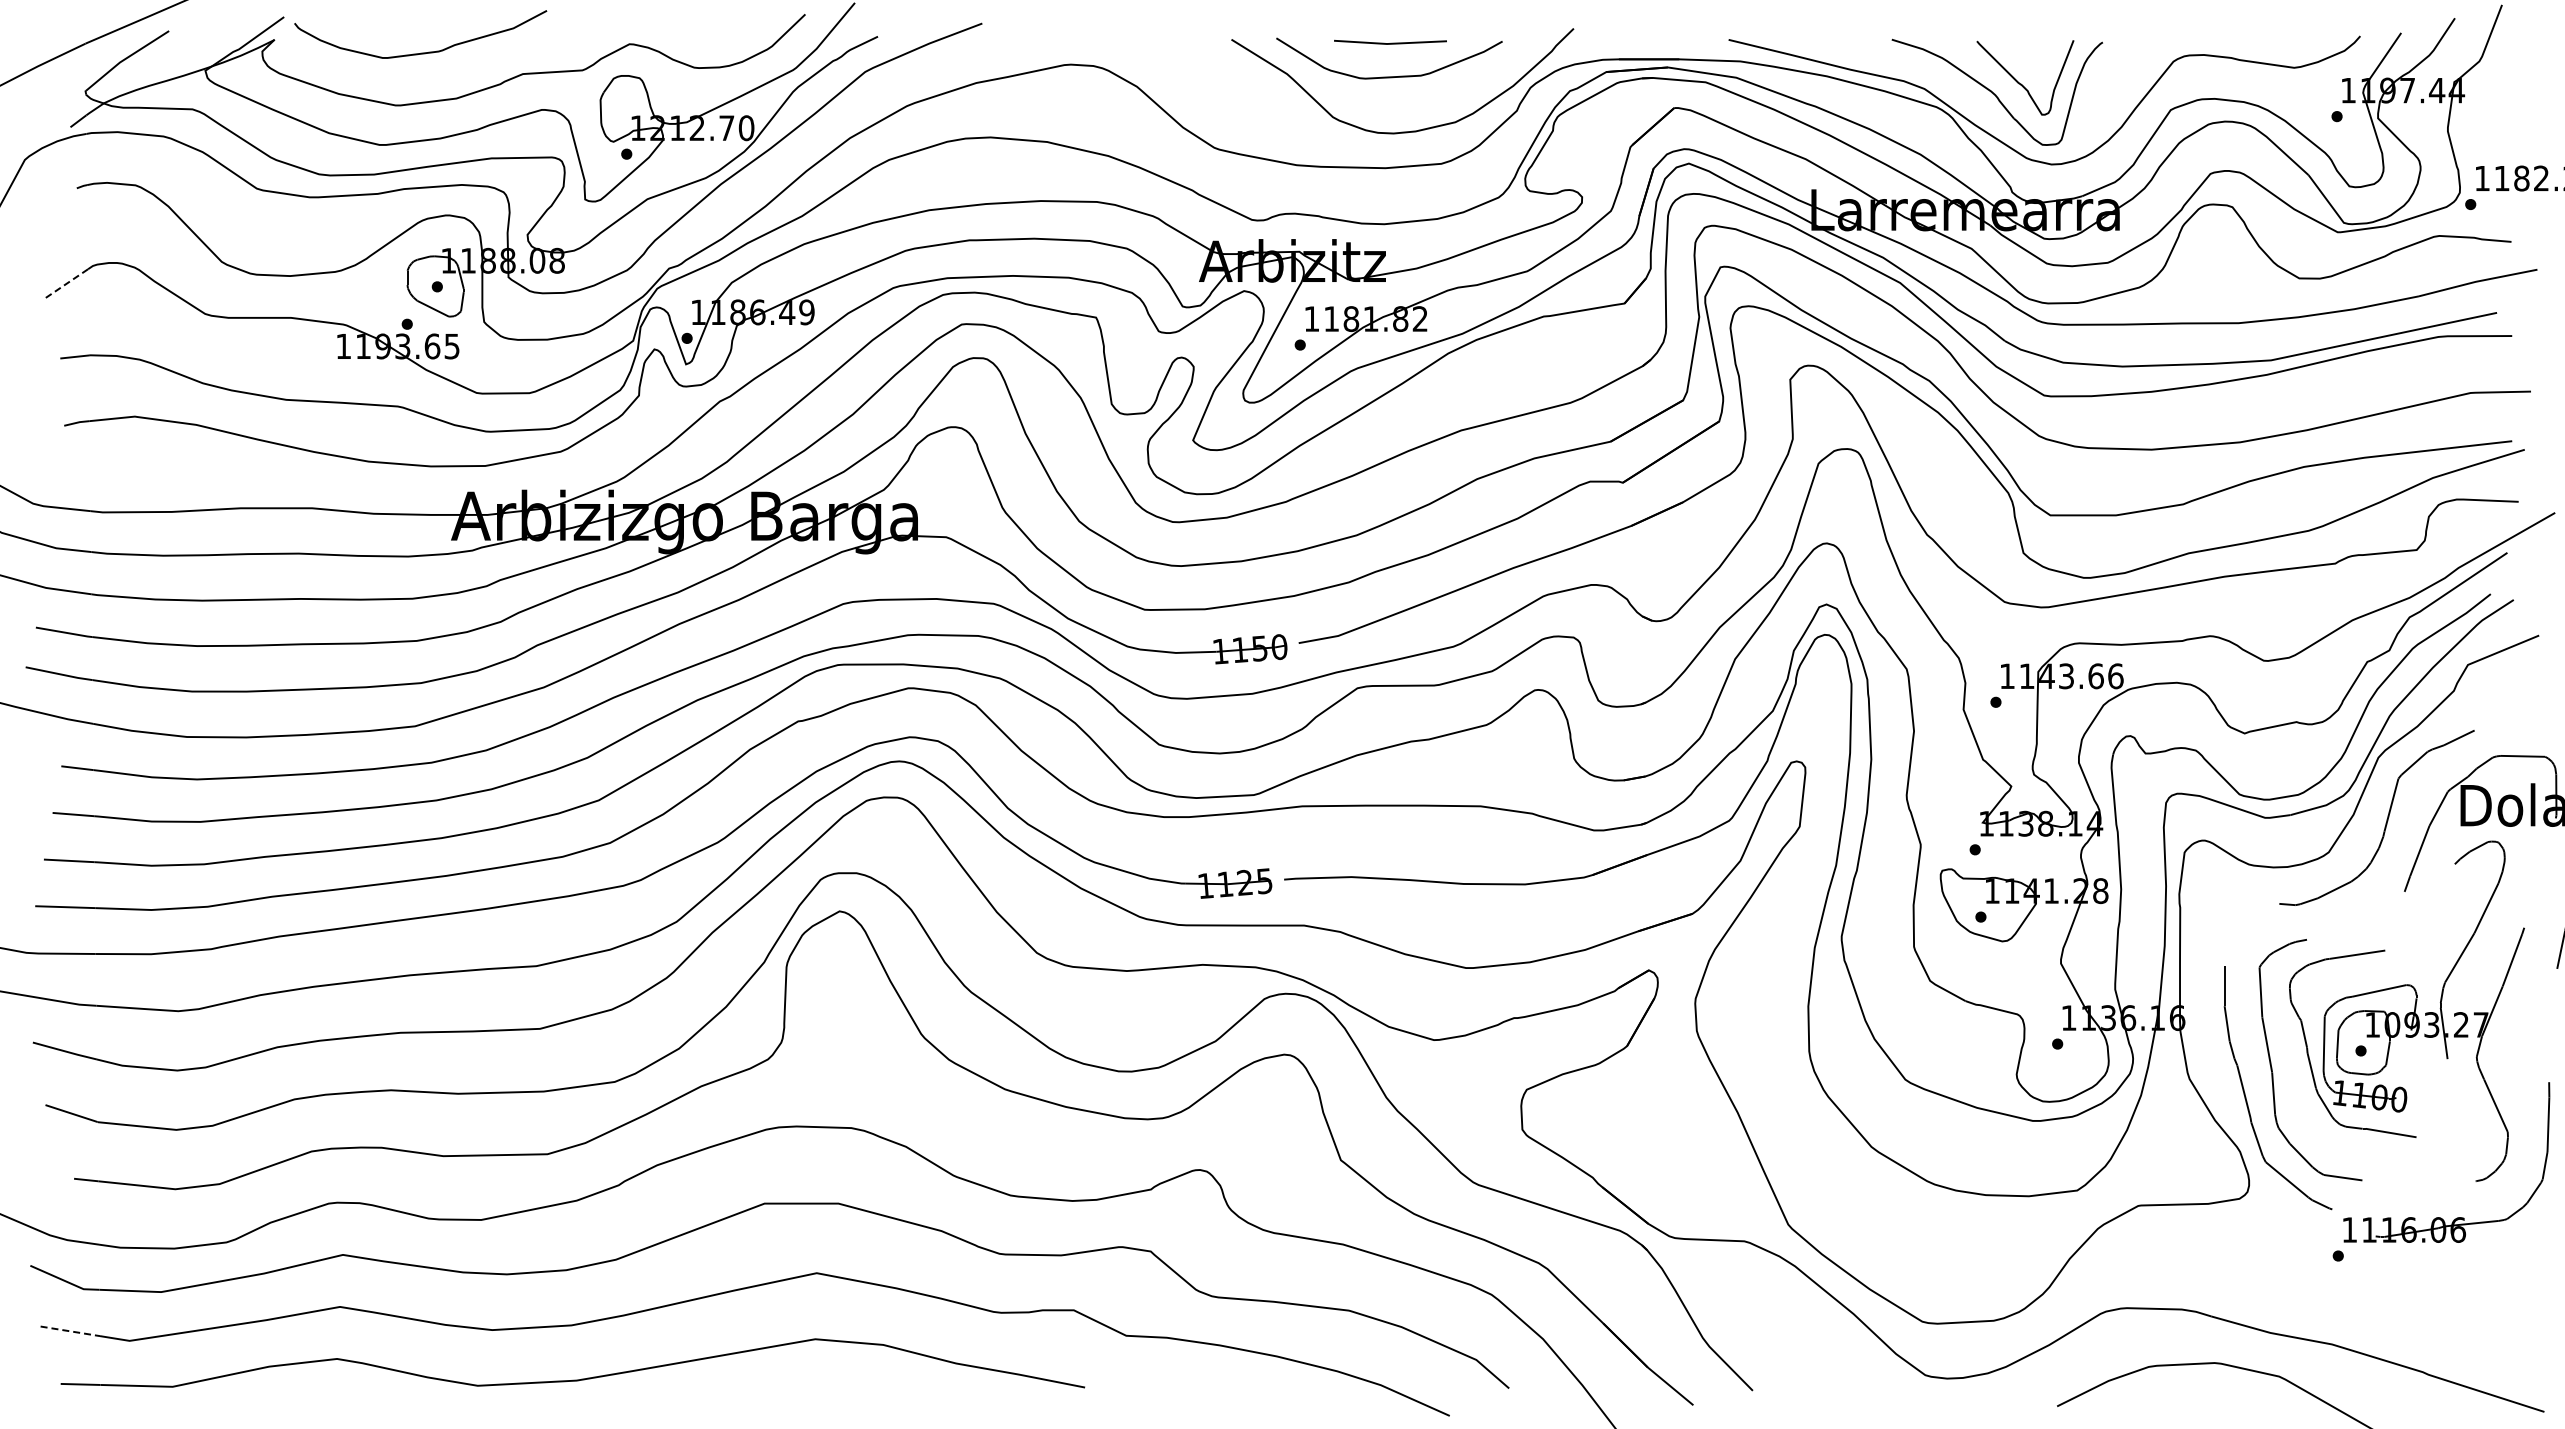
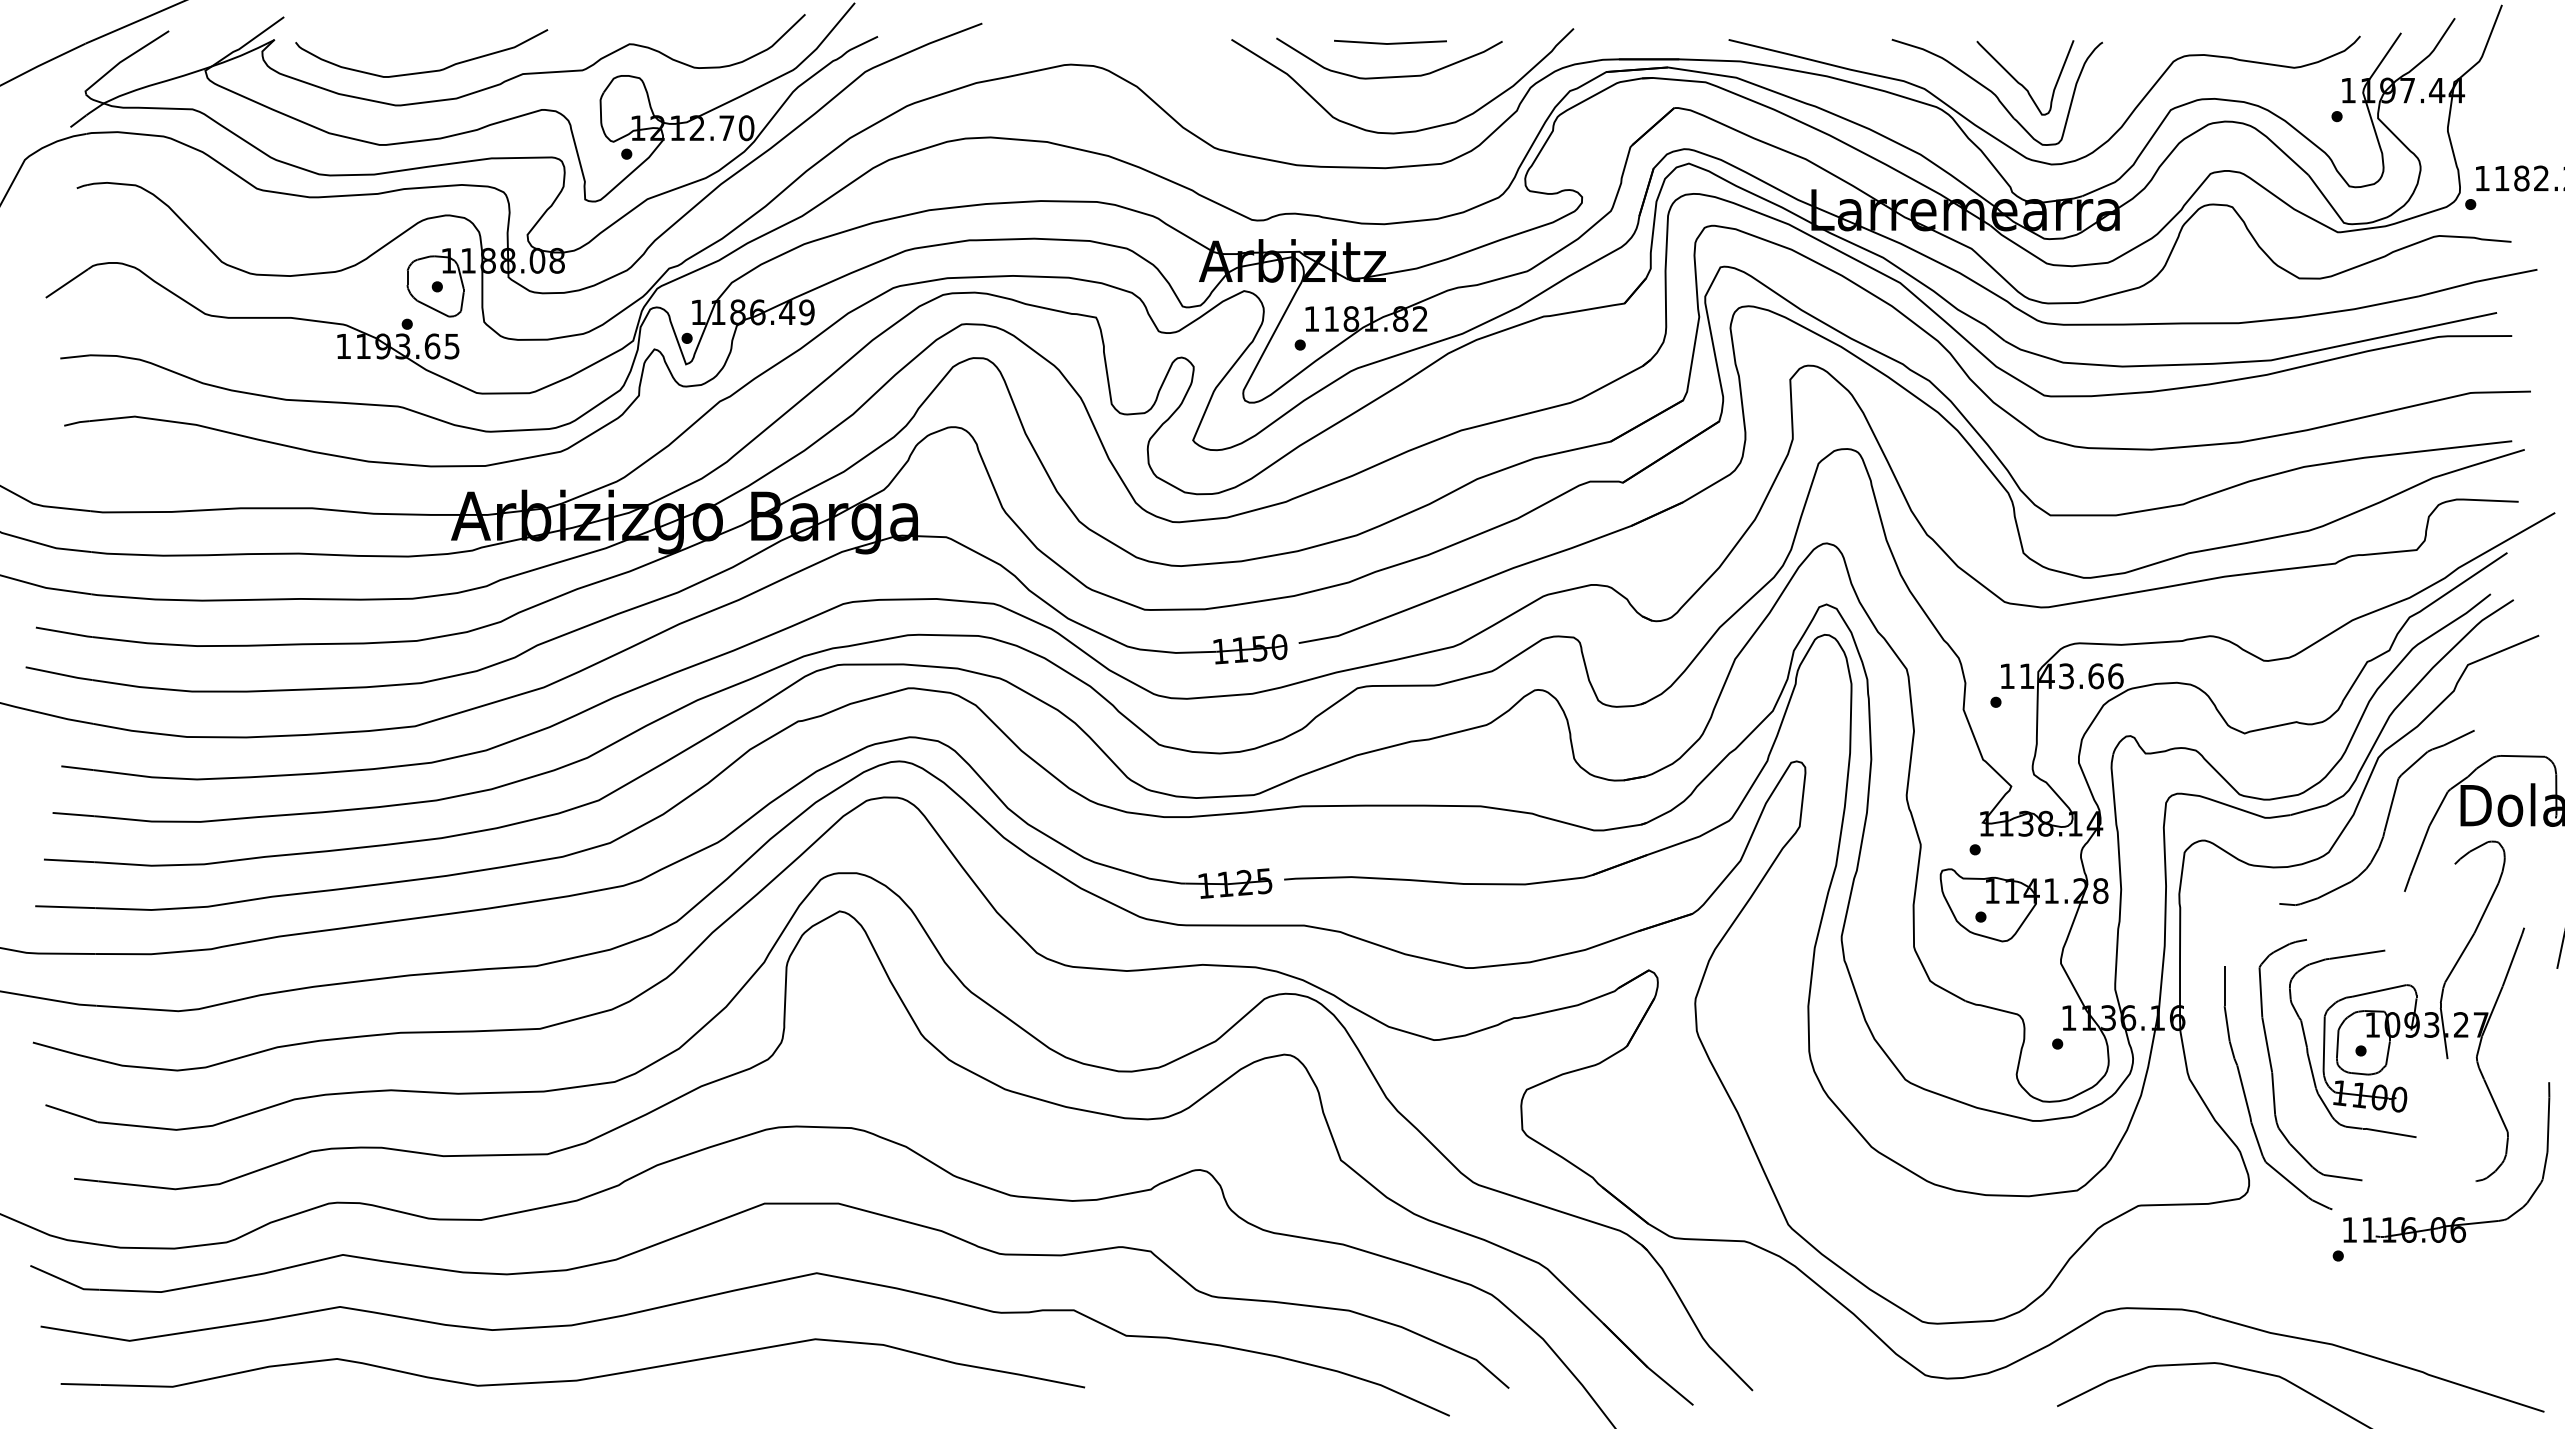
curve at (420, 52) position: (420, 52) -> (421, 71)
line at (66, 283): dashed -> solid
line at (70, 1331): dashed -> solid
